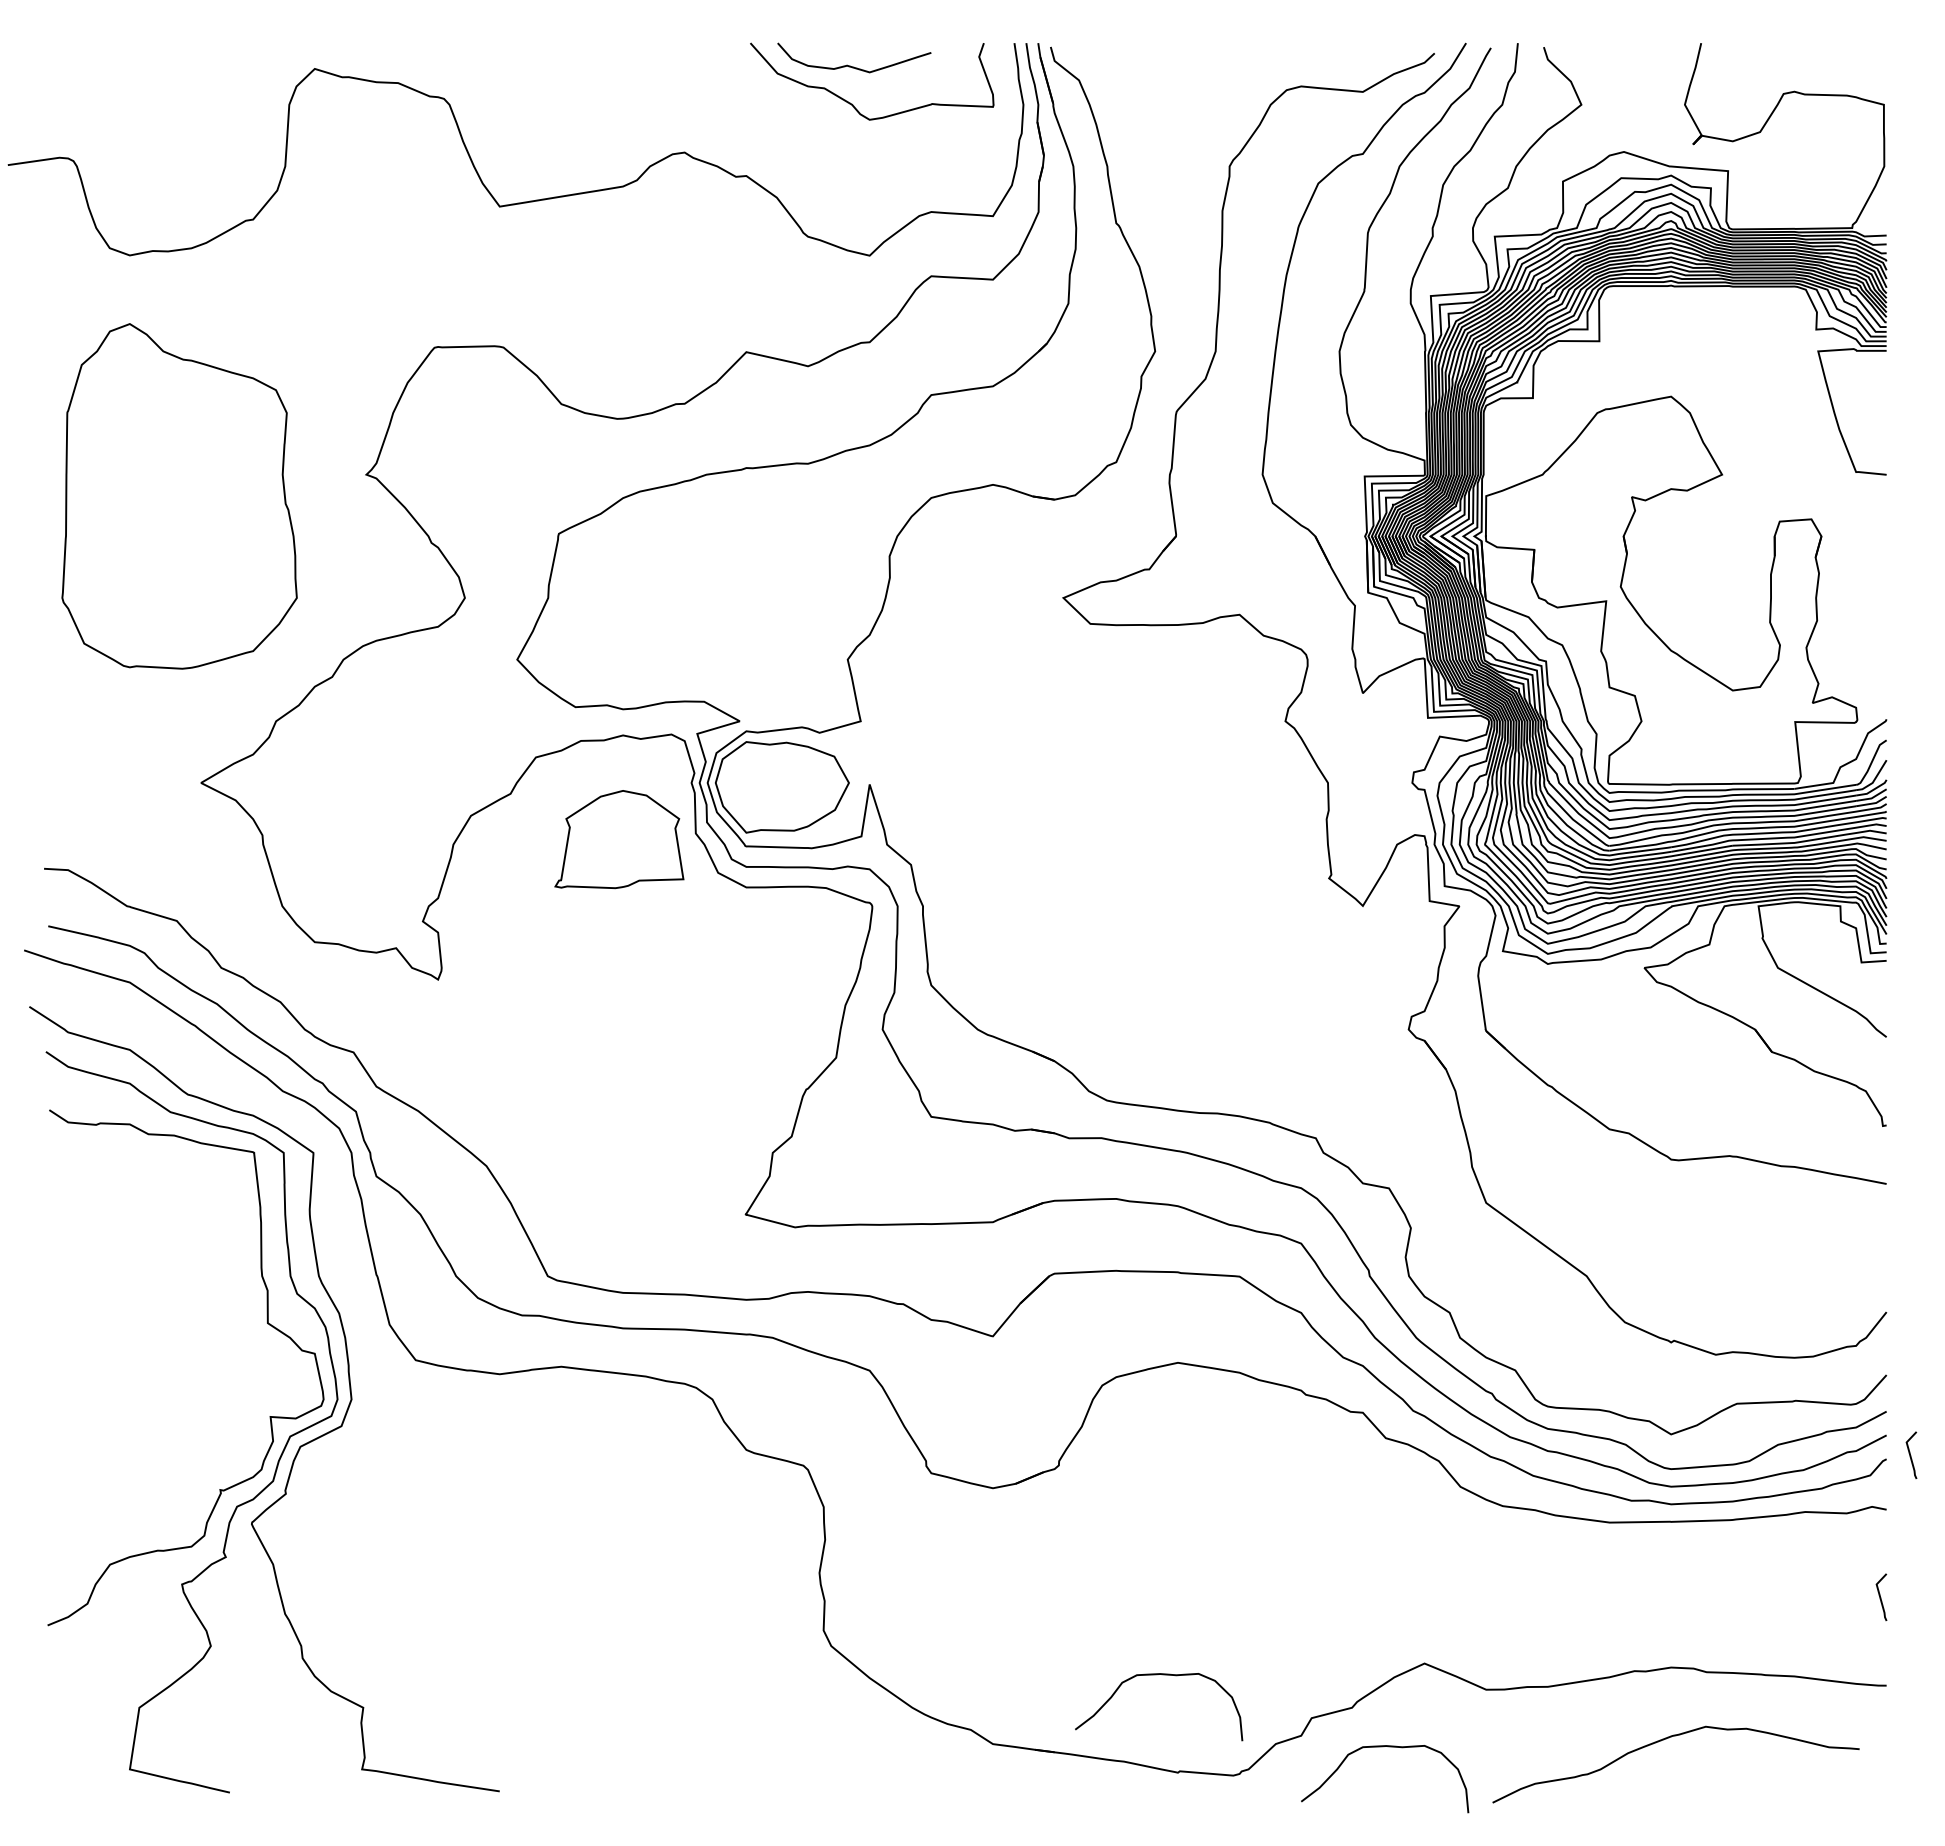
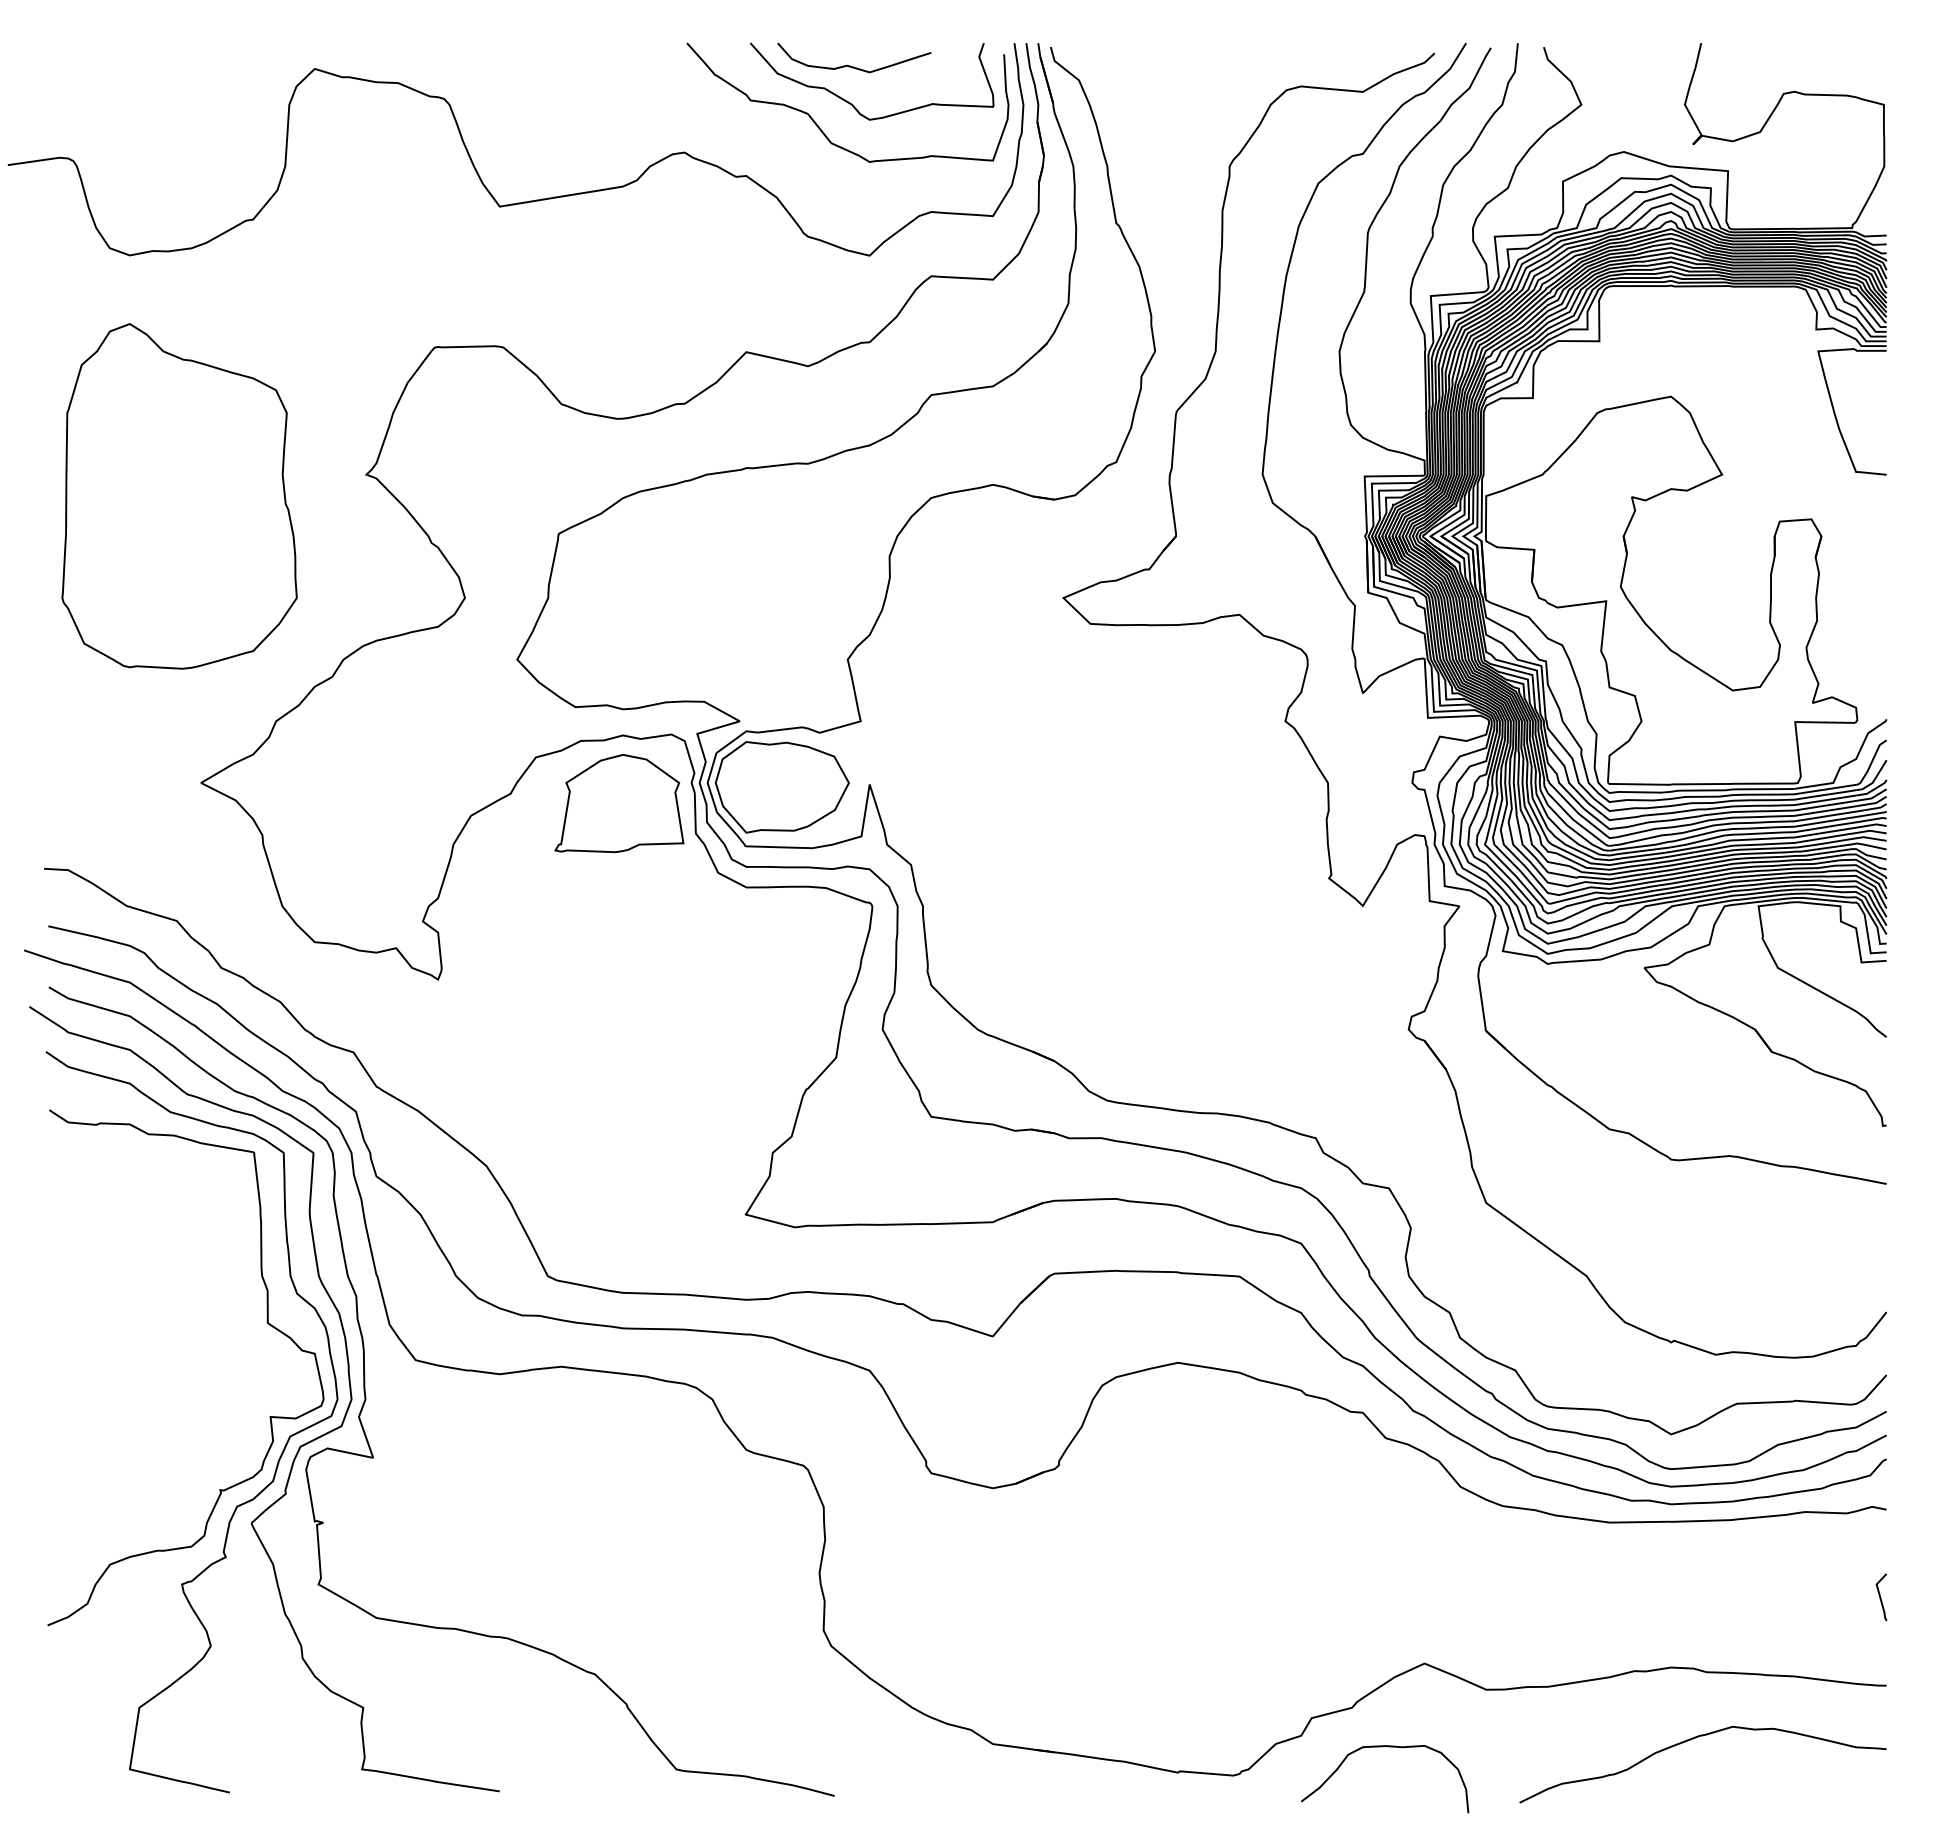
curve at (819, 126): none -> present
part at (619, 839) position: (619, 839) -> (619, 803)
curve at (366, 1396): none -> present
line at (1910, 1454): present -> none
curve at (1157, 1675): present -> none
curve at (1666, 1739) position: (1666, 1739) -> (1693, 1739)
